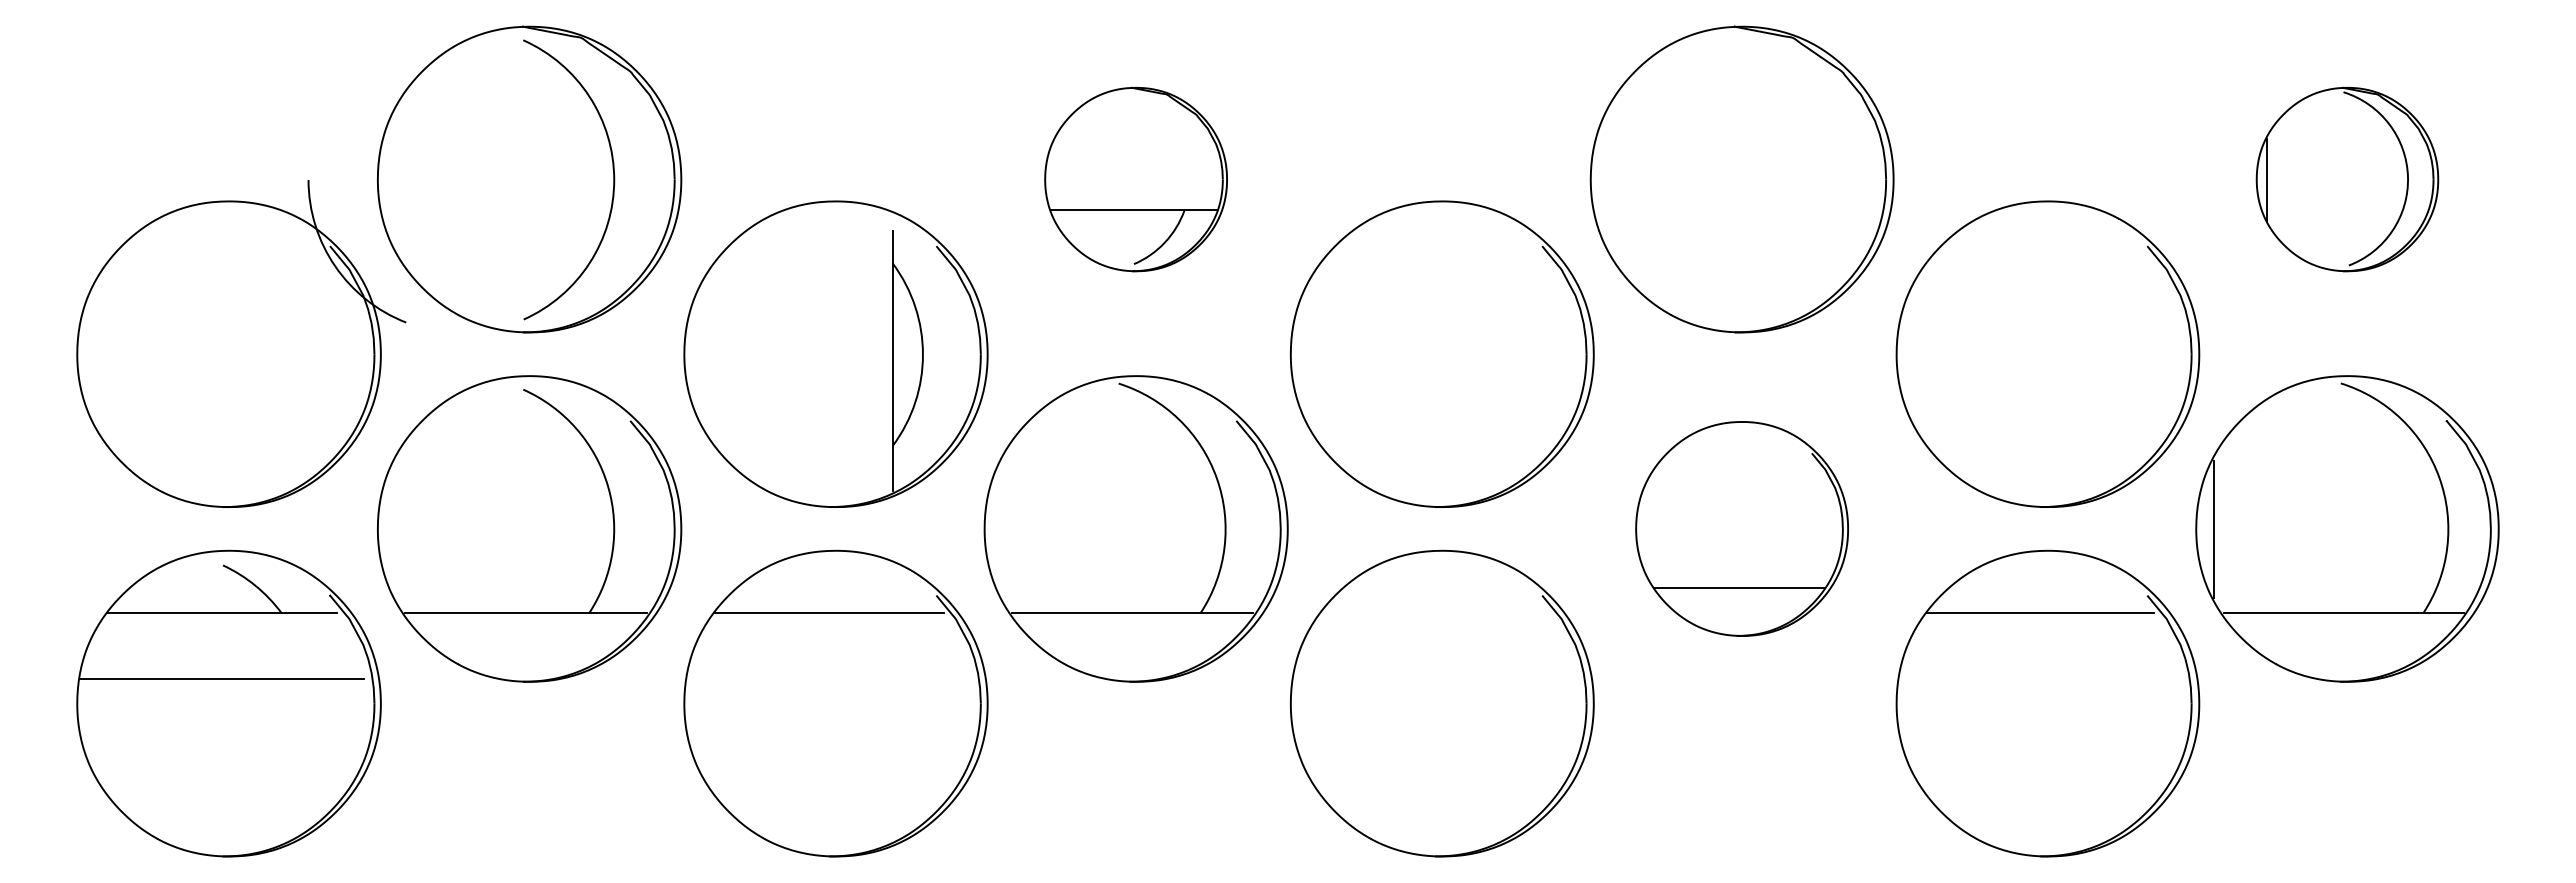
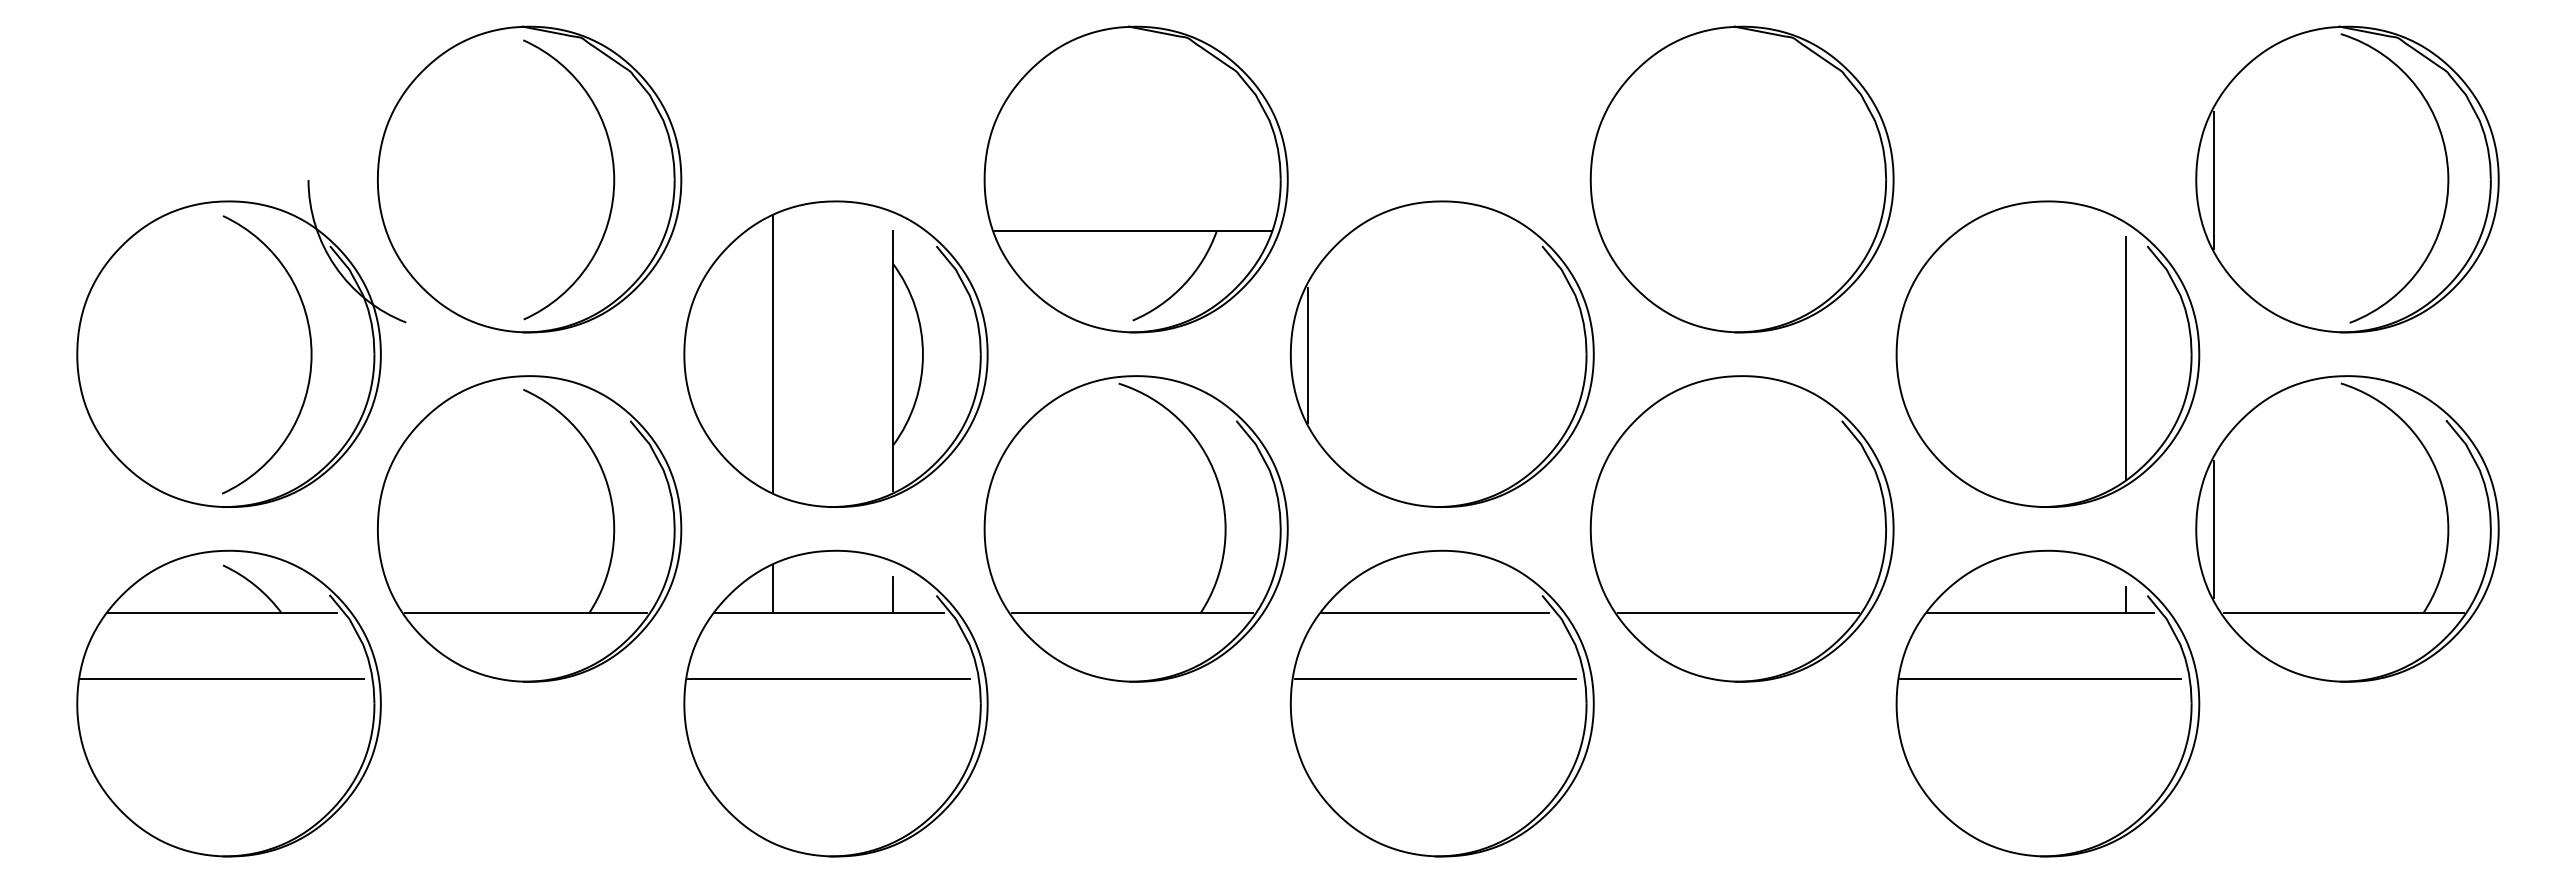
part at (1135, 179) size: 184x187 px -> 306x309 px
part at (2347, 179) size: 185x187 px -> 305x309 px
line at (772, 353): none -> present
arc at (310, 354): none -> present
line at (1307, 354): none -> present
line at (2126, 357): none -> present
part at (1741, 528) size: 214x216 px -> 306x308 px
line at (772, 589): none -> present
line at (892, 595): none -> present
line at (2126, 599): none -> present
line at (1435, 613): none -> present
line at (829, 678): none -> present
line at (1434, 678): none -> present
line at (2040, 678): none -> present
